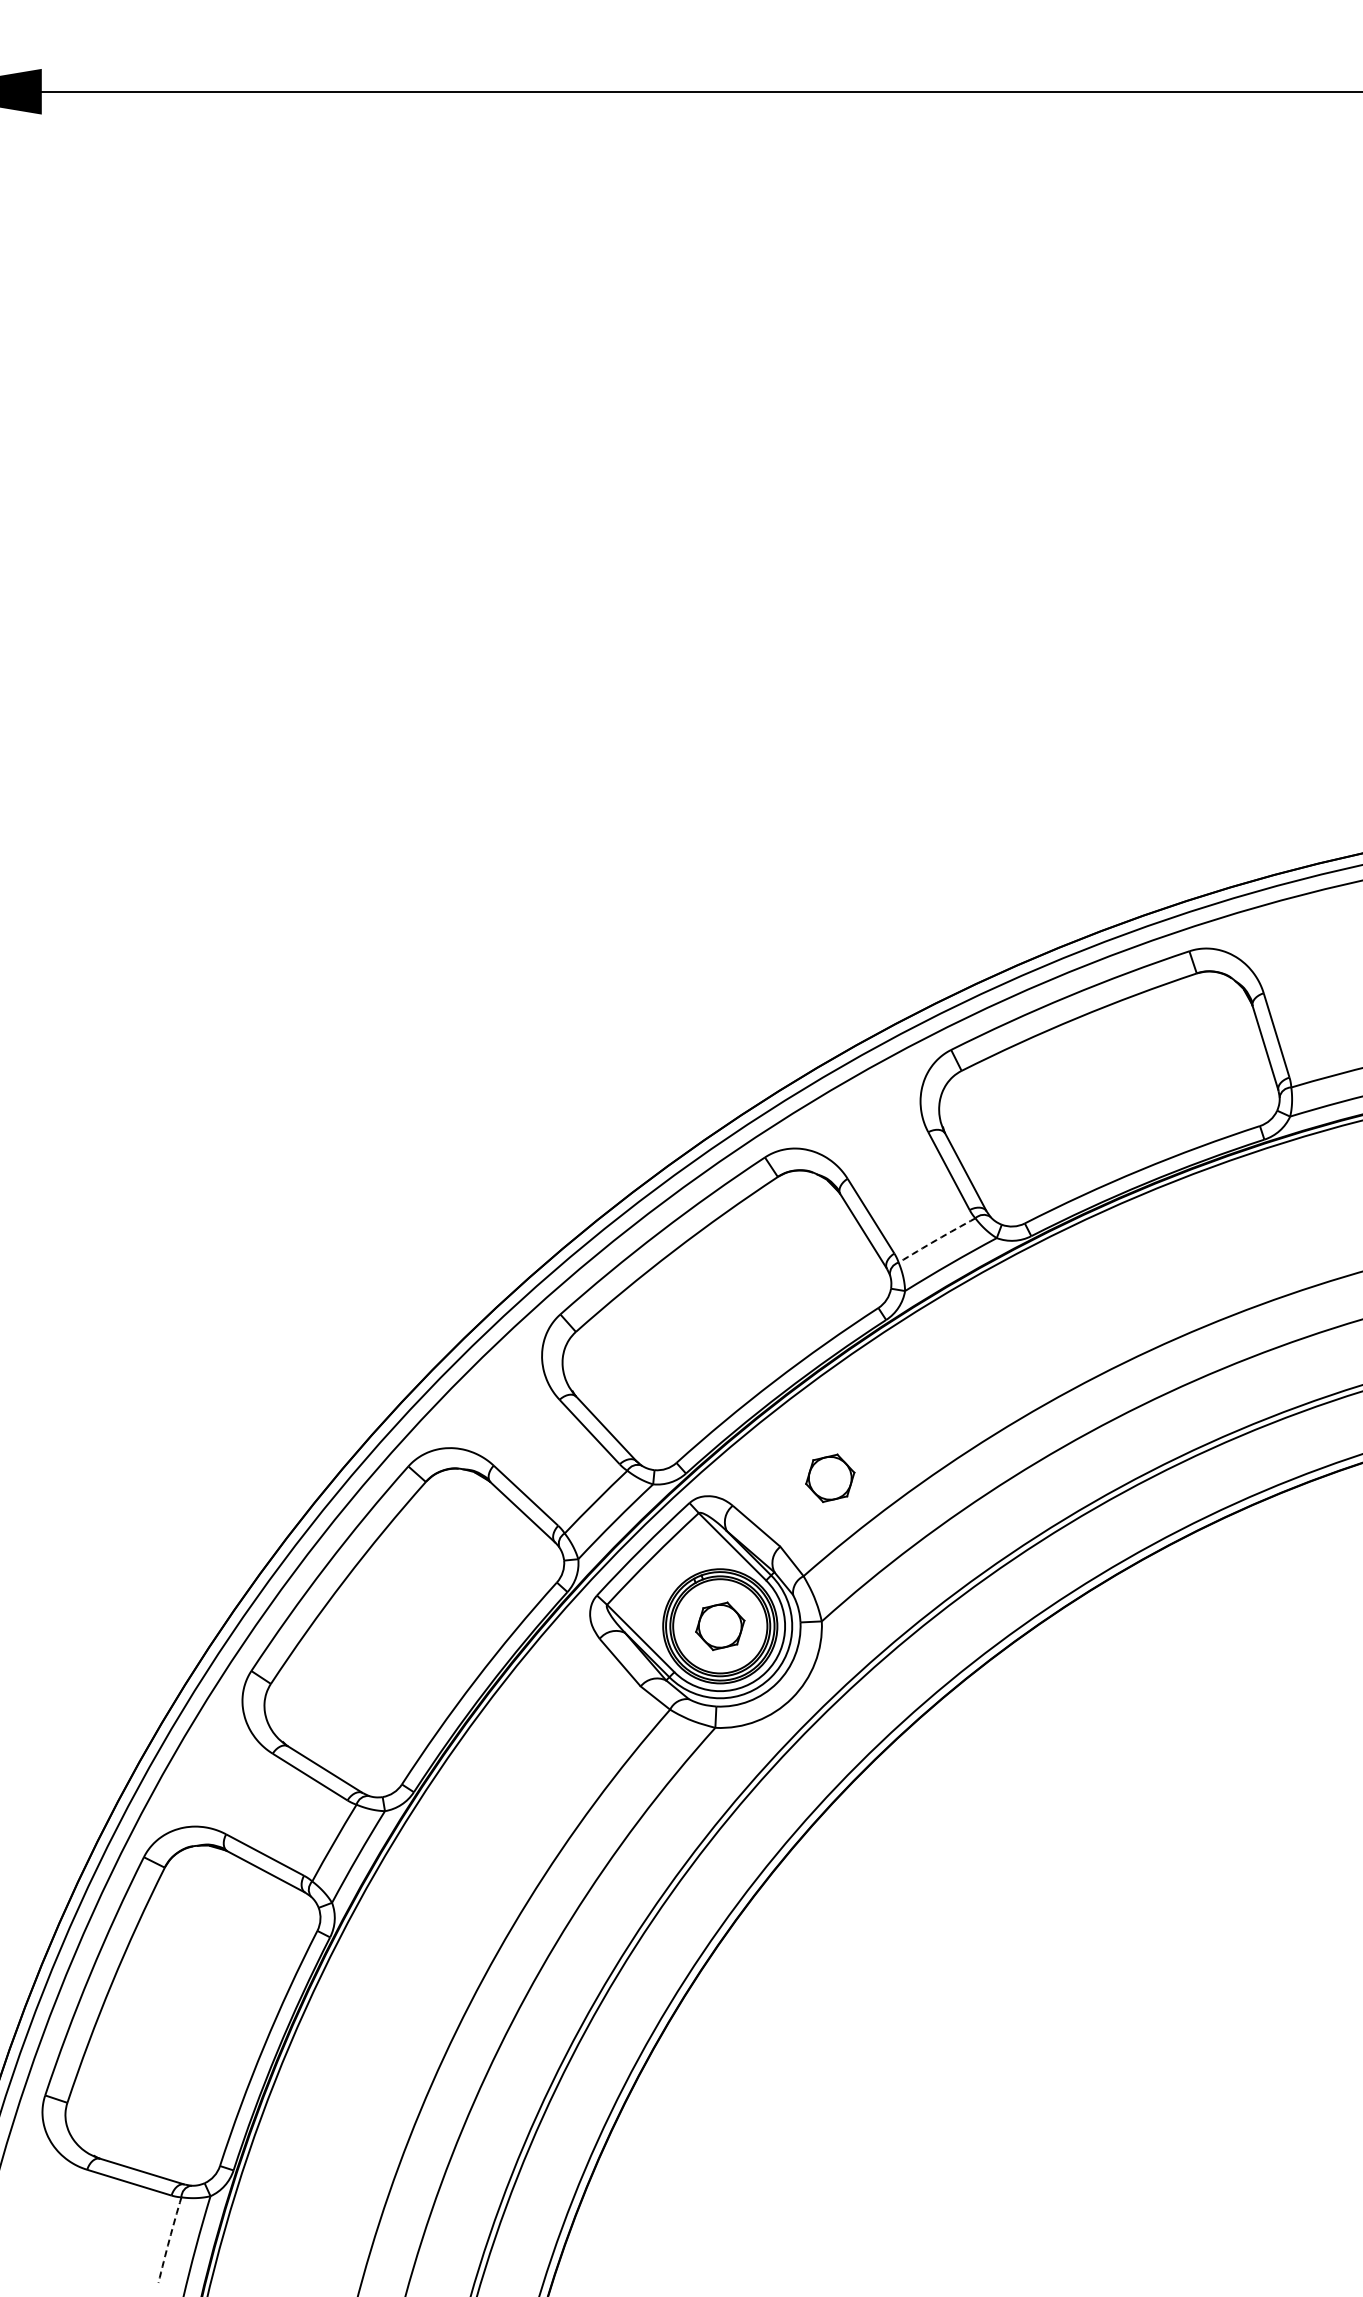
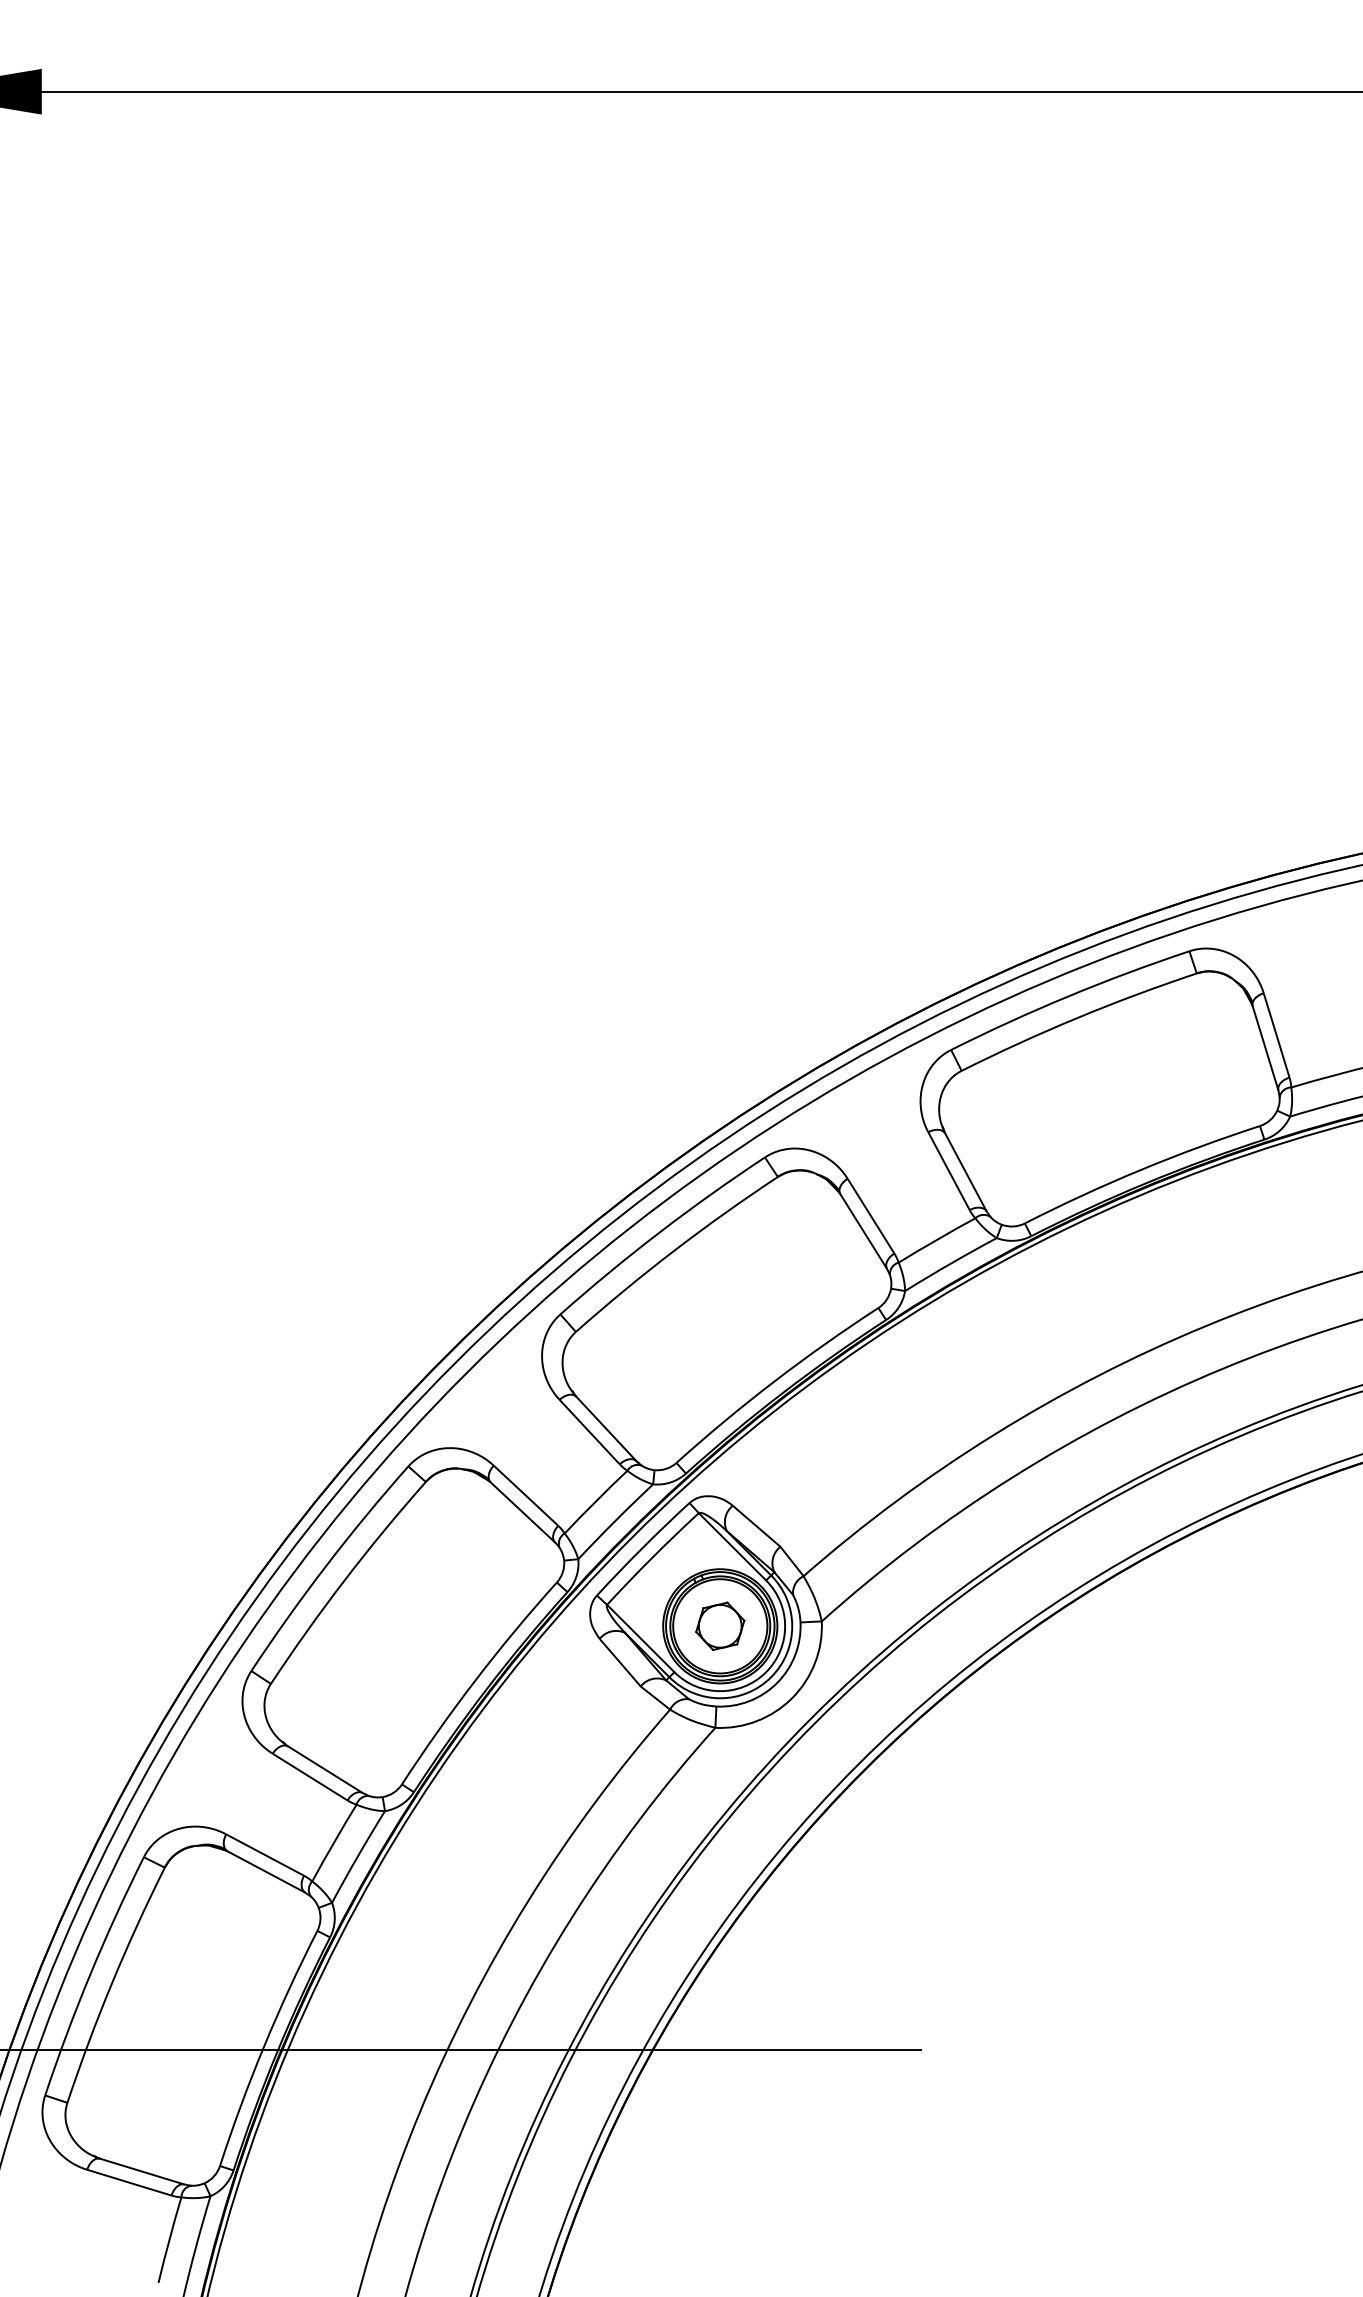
arc at (936, 1239): dashed -> solid
part at (830, 1477): present -> none
line at (461, 2050): none -> present
arc at (169, 2240): dashed -> solid
